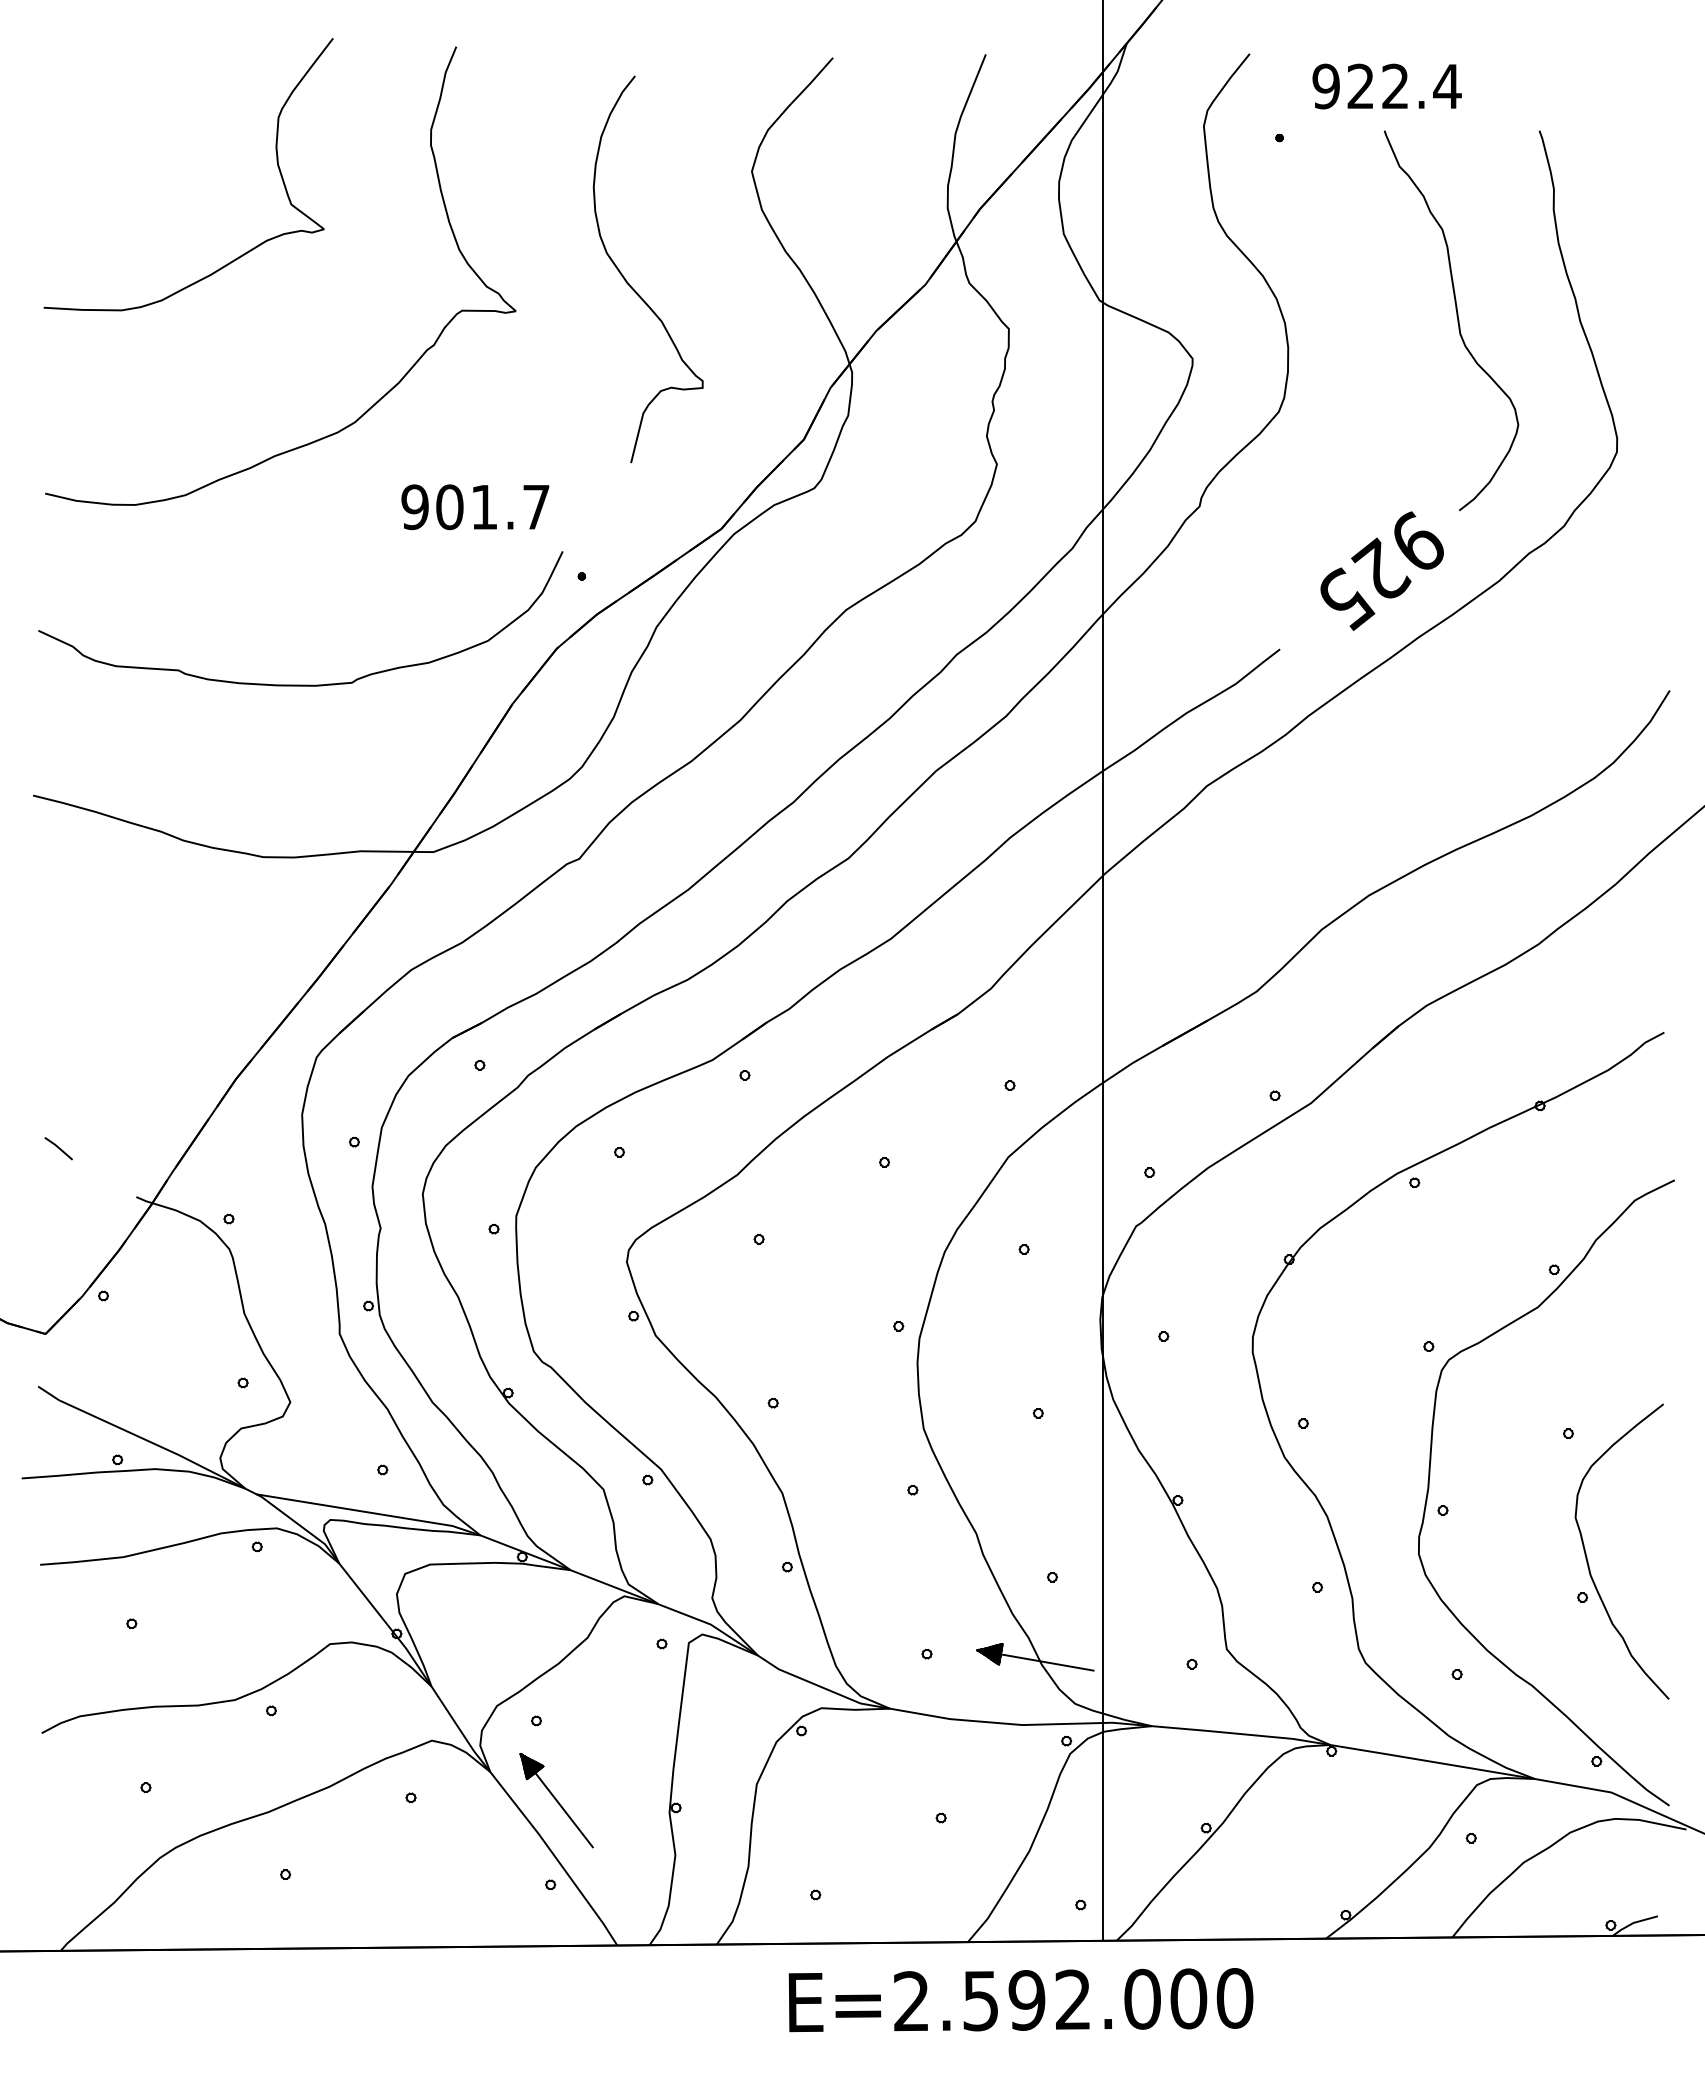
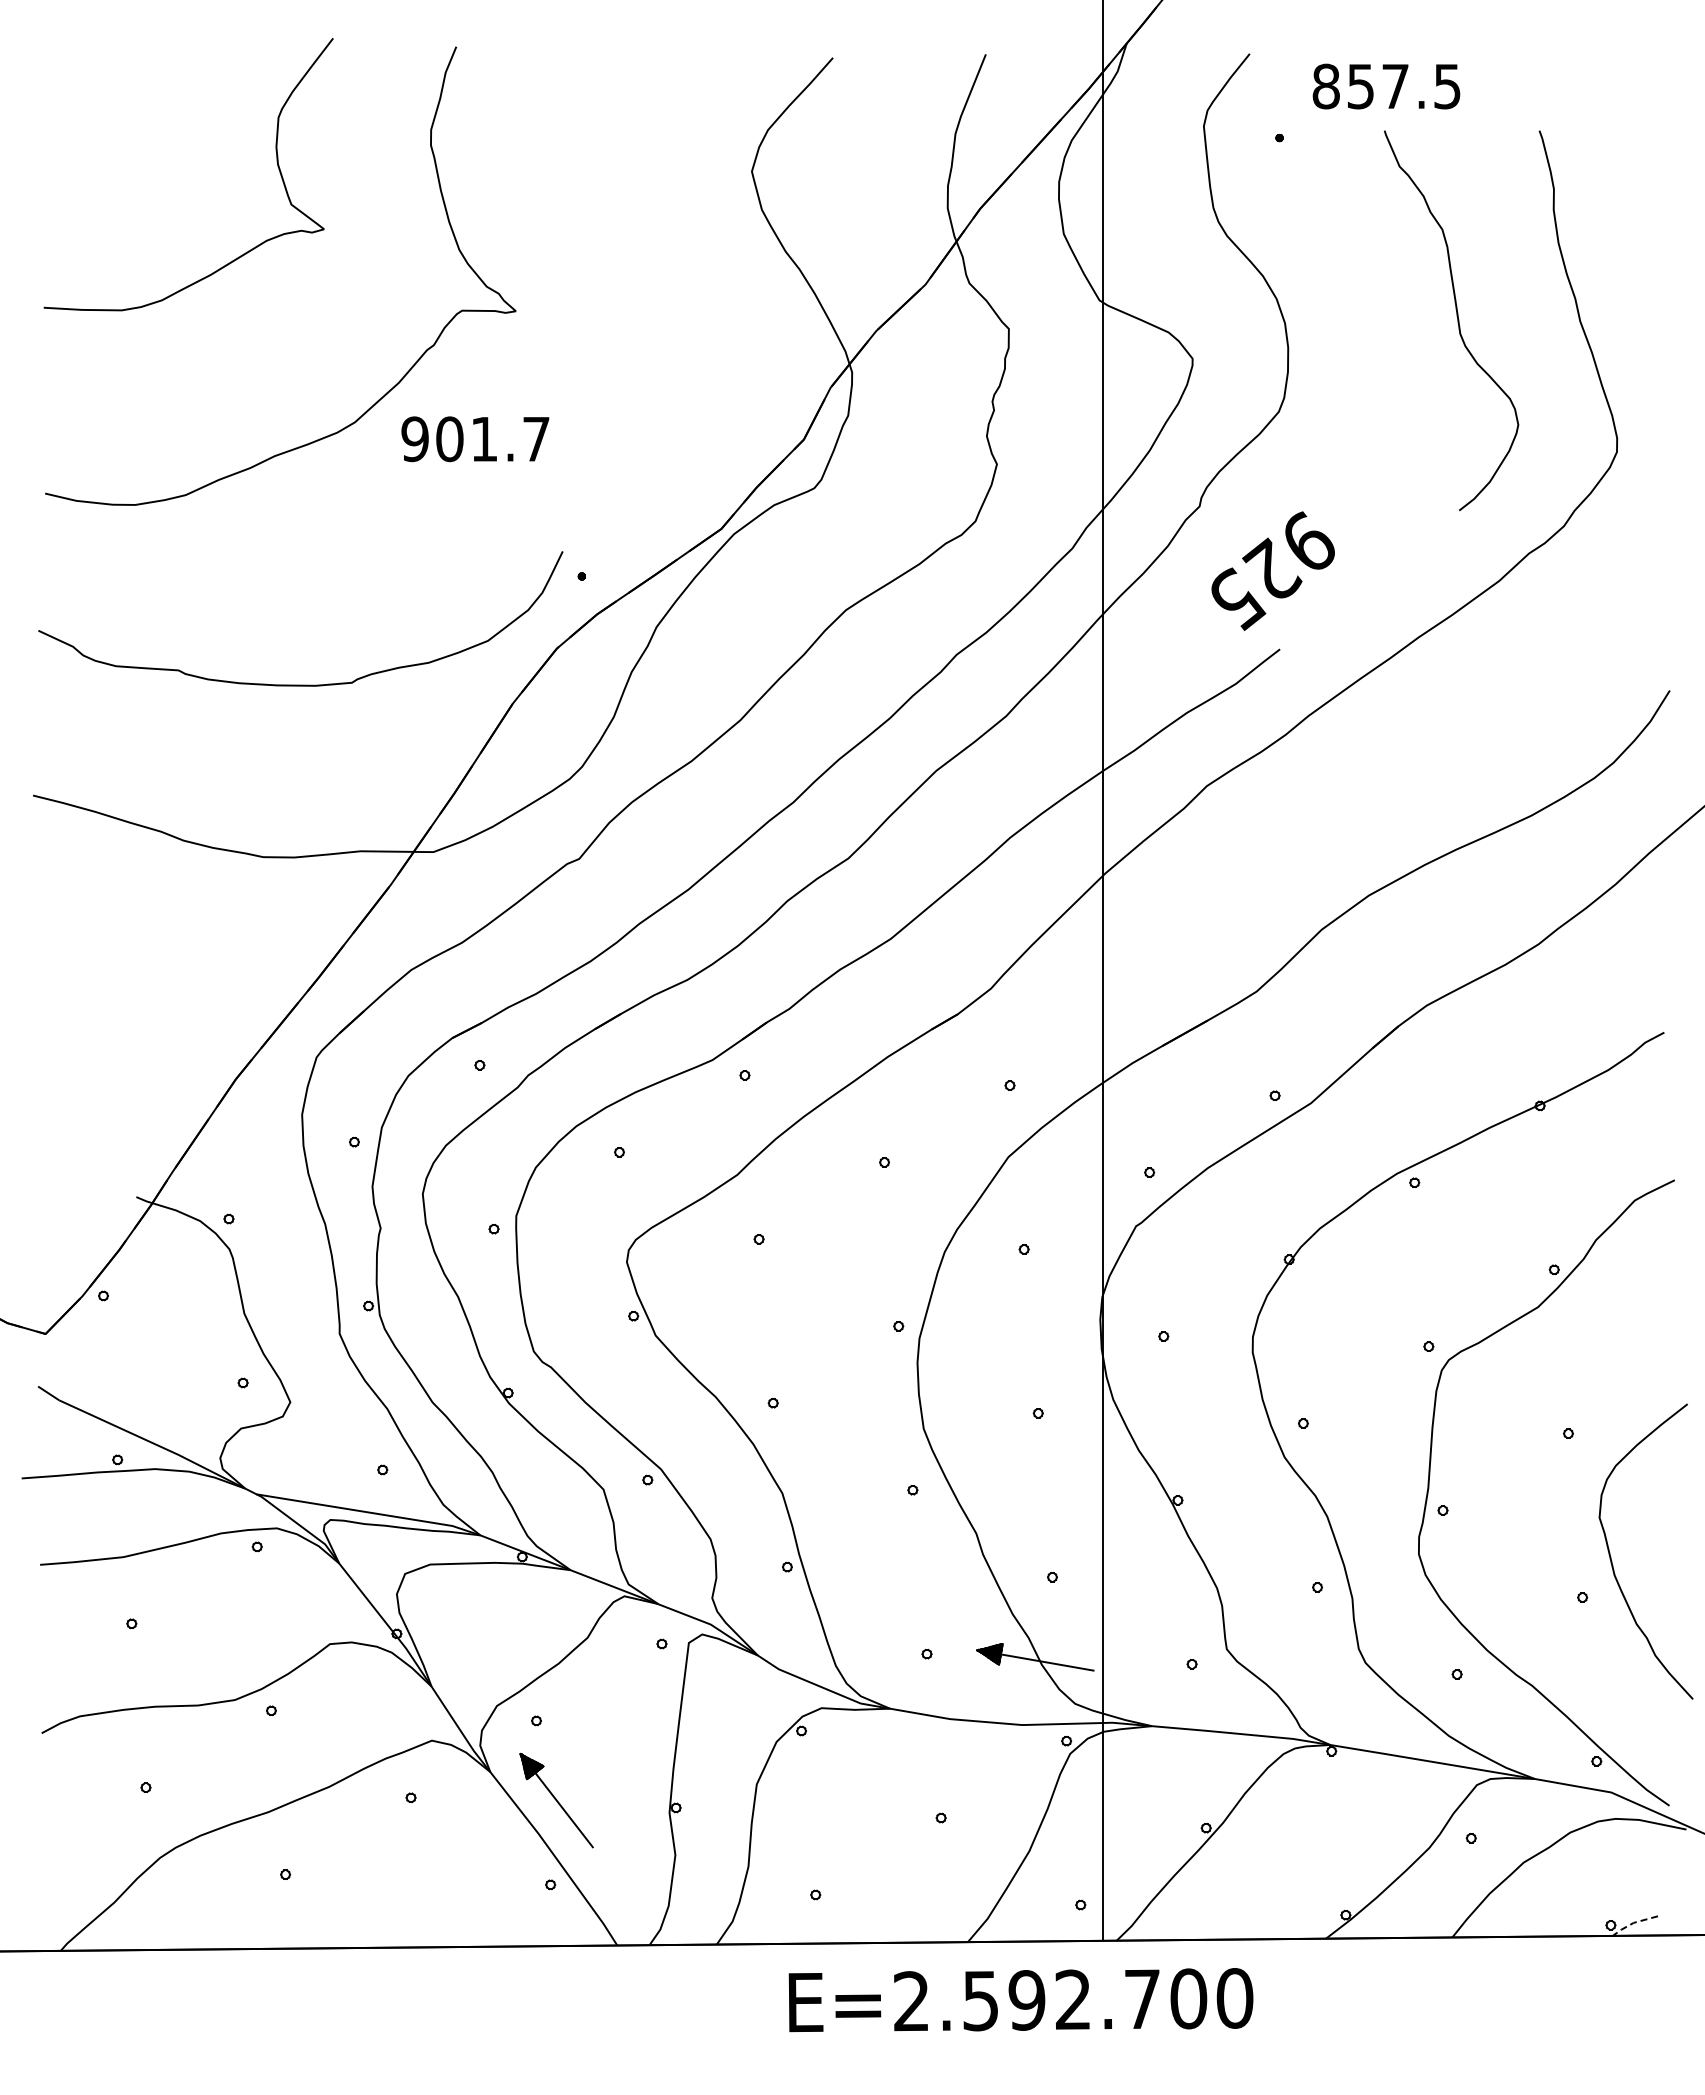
text at (1386, 86): 922.4 -> 857.5
curve at (630, 284): present -> none
text at (475, 507) position: (475, 507) -> (475, 439)
text at (1381, 570) position: (1381, 570) -> (1272, 570)
line at (58, 1148): present -> none
curve at (1588, 1561) position: (1588, 1561) -> (1612, 1561)
line at (1633, 1922): solid -> dashed
text at (1142, 1998): E=2.592.000 -> E=2.592.700
